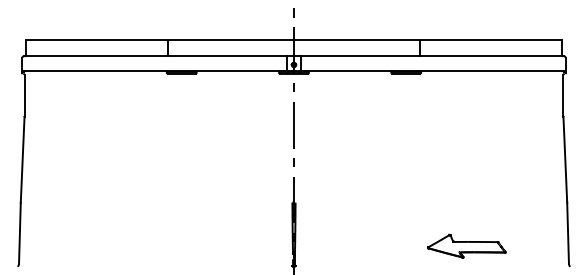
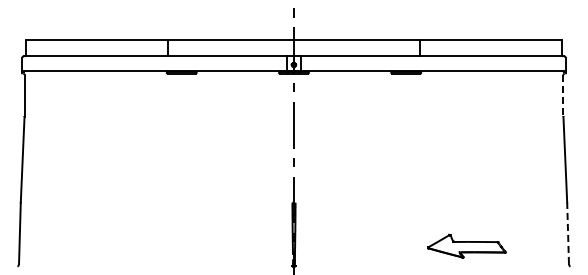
line at (563, 95): solid -> dashed
line at (568, 233): solid -> dashed
